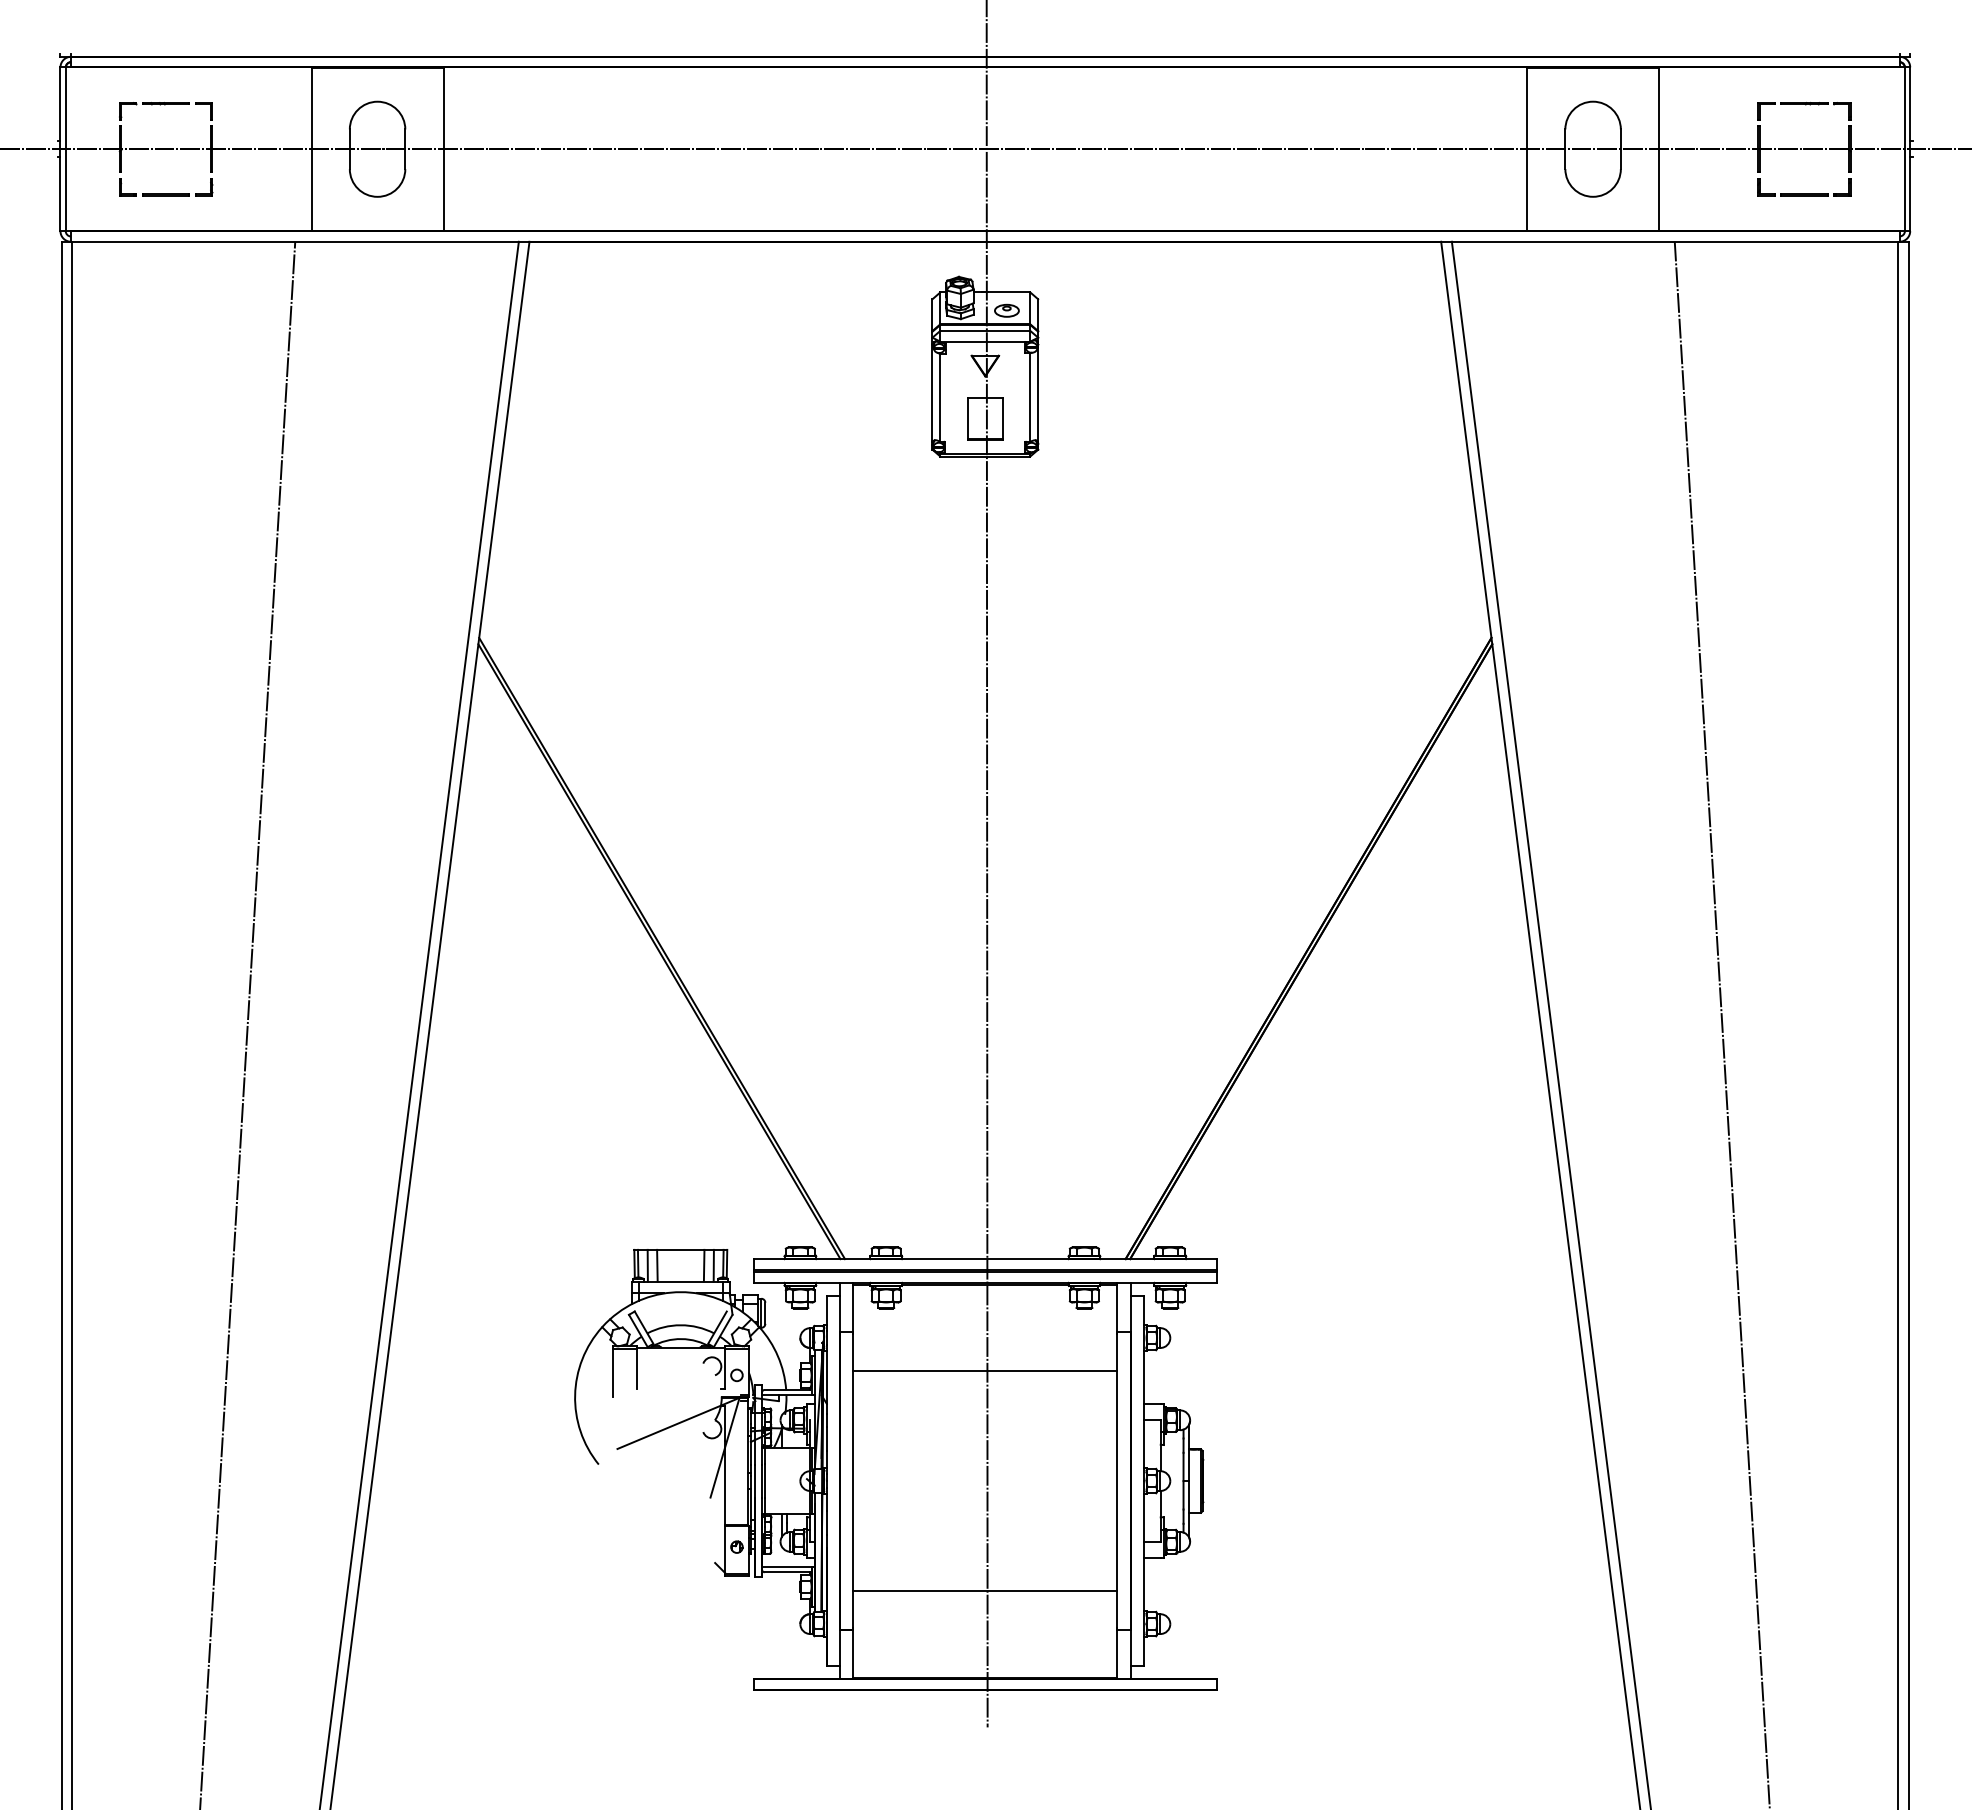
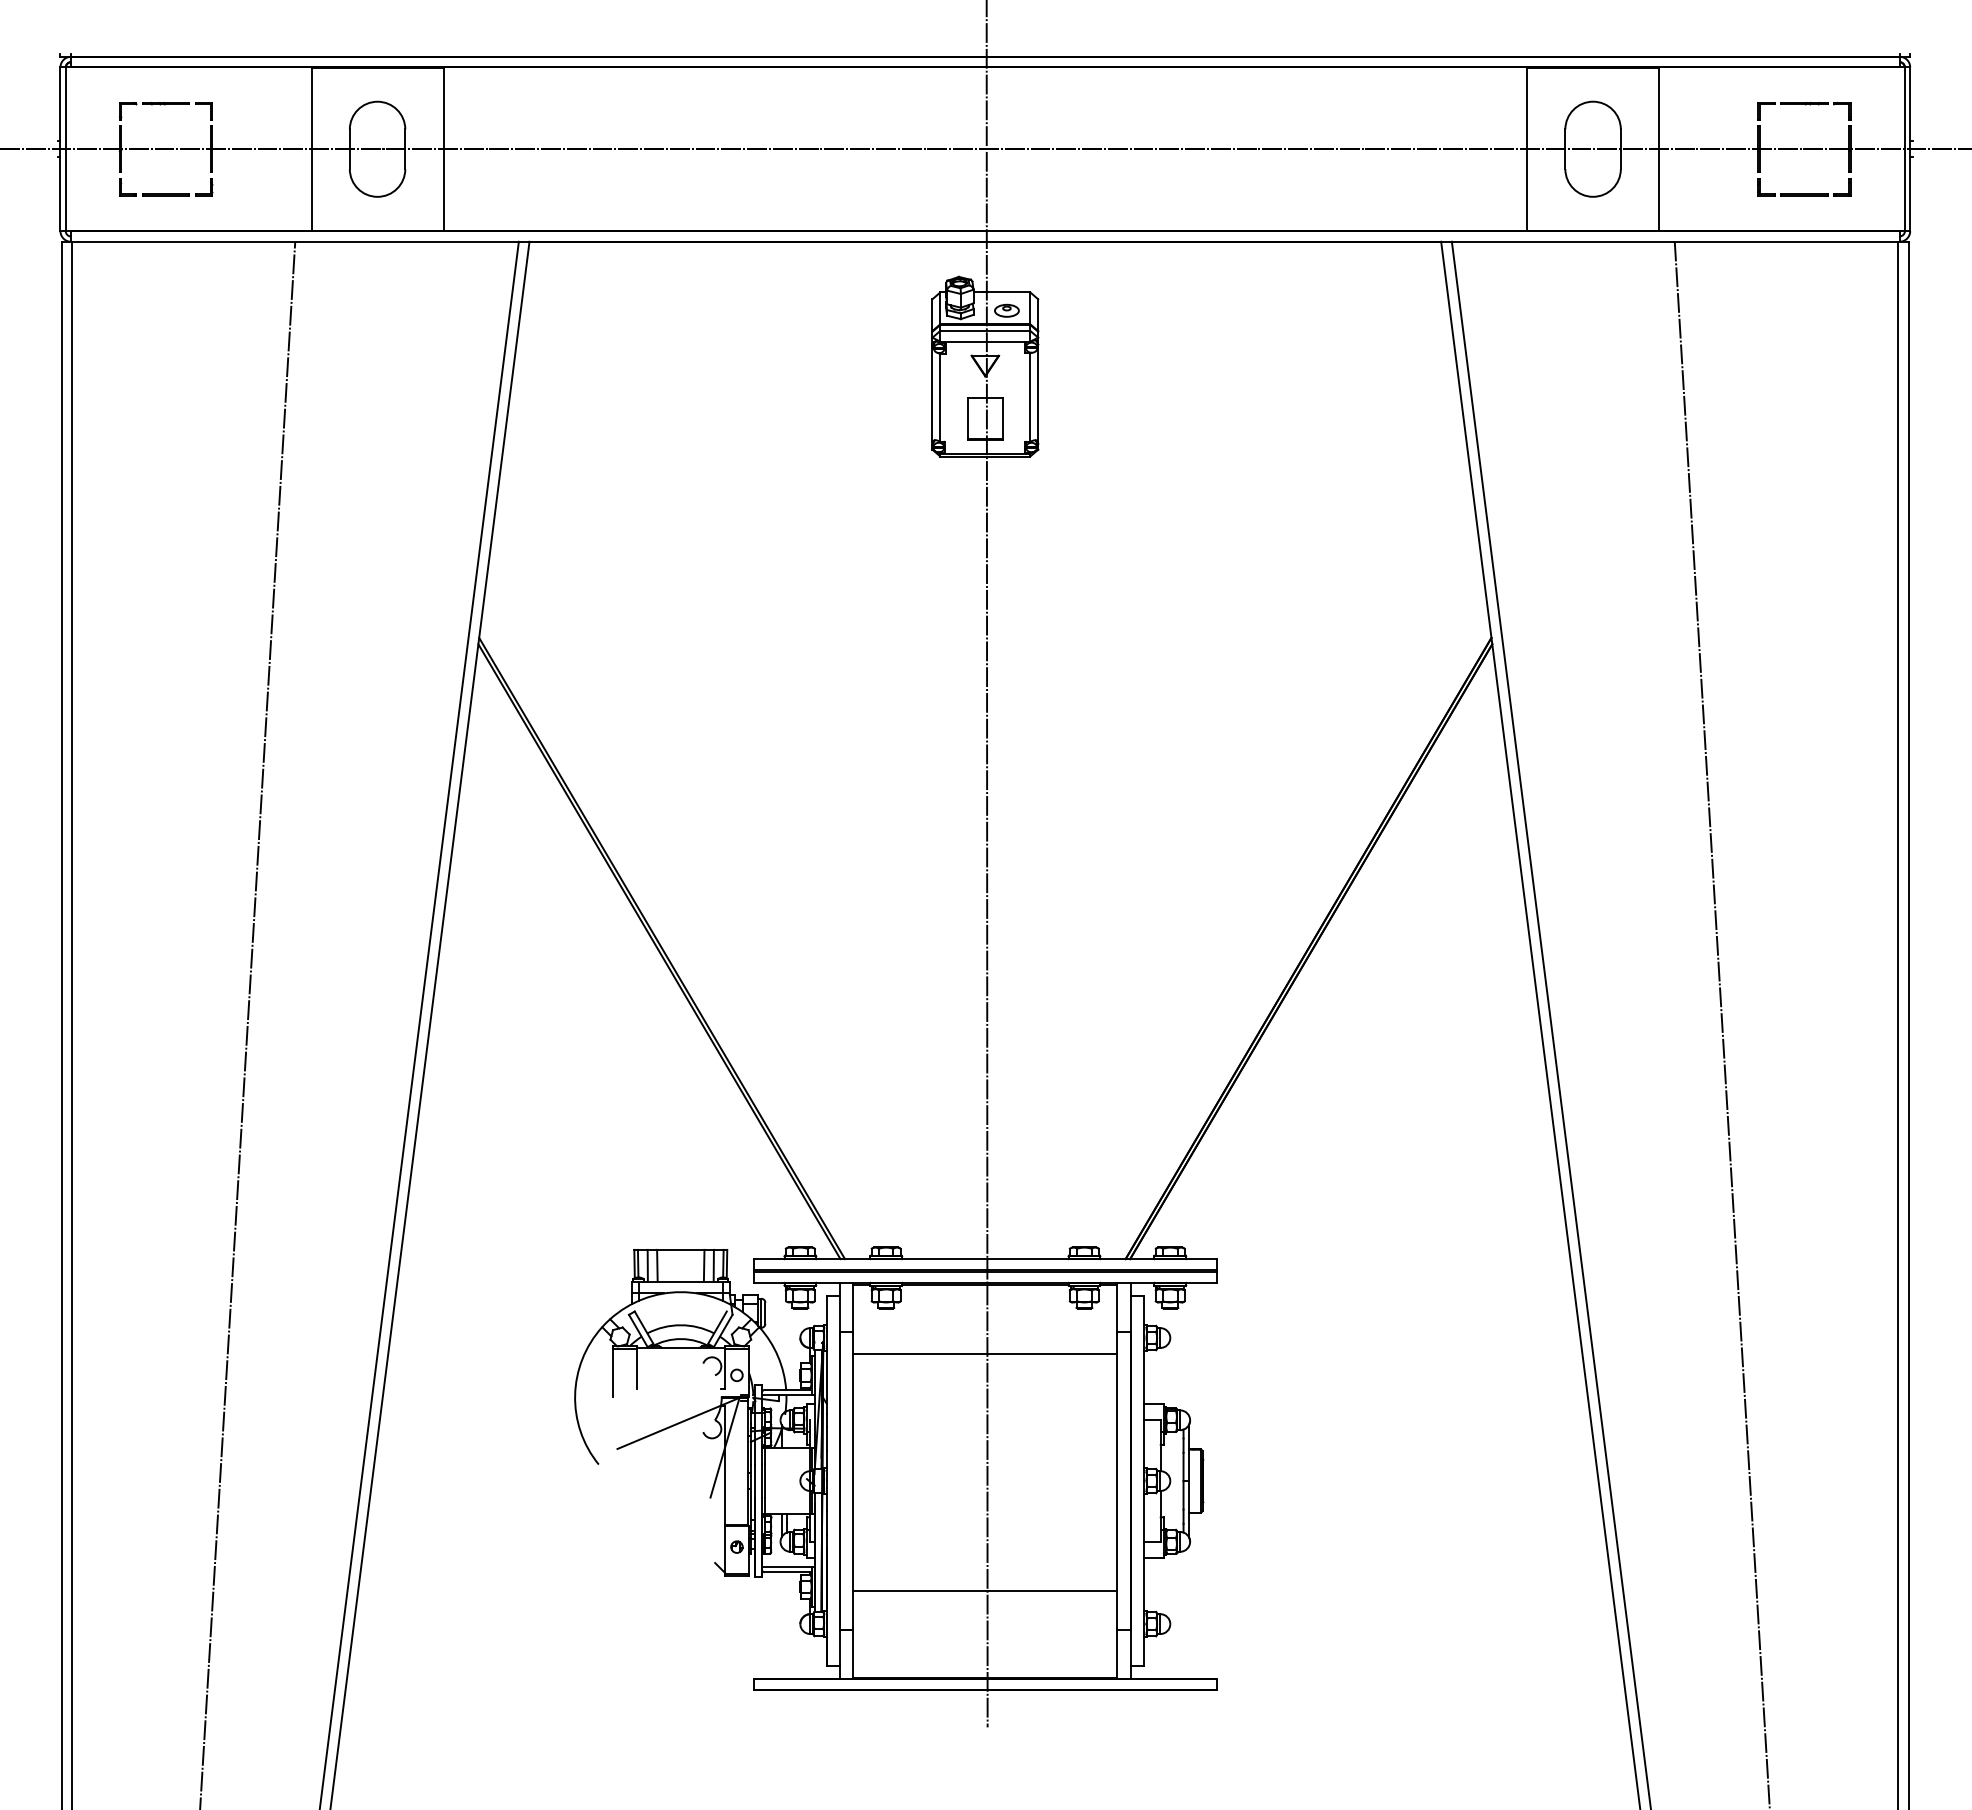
line at (985, 1370) position: (985, 1370) -> (985, 1353)
